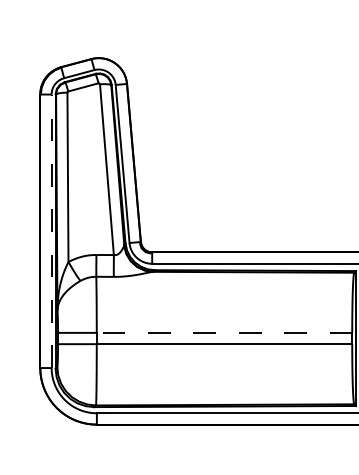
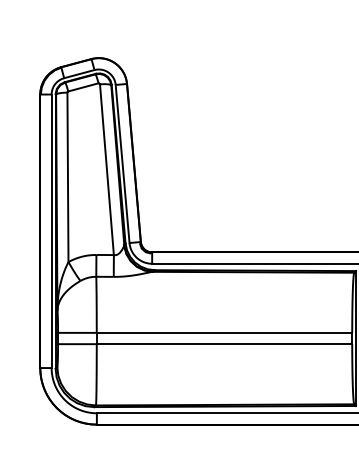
line at (51, 231): dashed -> solid
line at (224, 332): dashed -> solid
